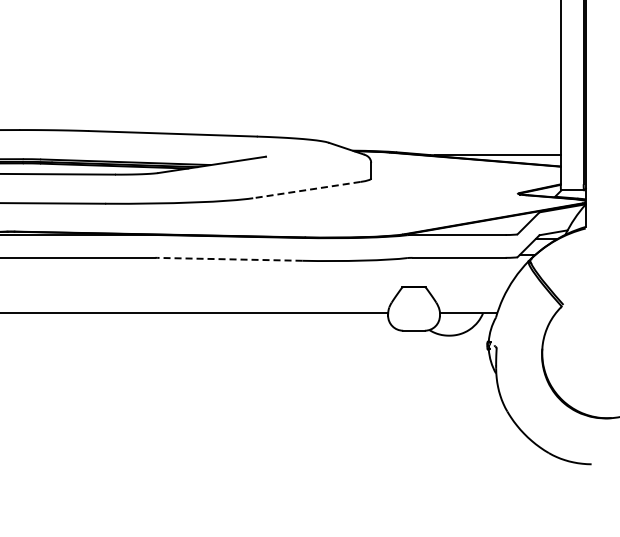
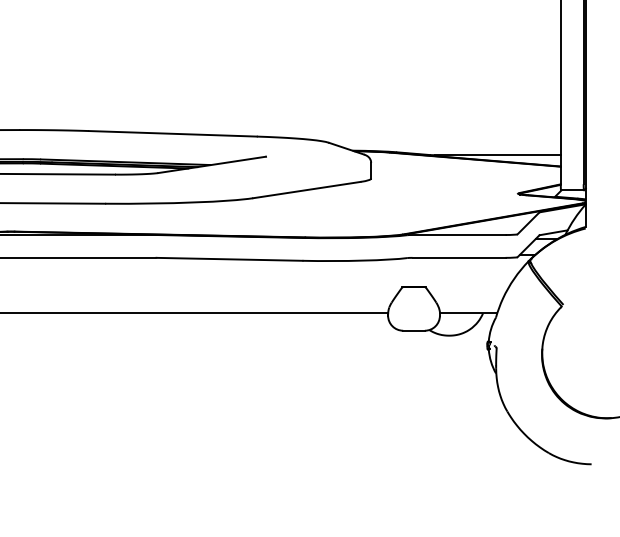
line at (306, 190): dashed -> solid
line at (229, 259): dashed -> solid
